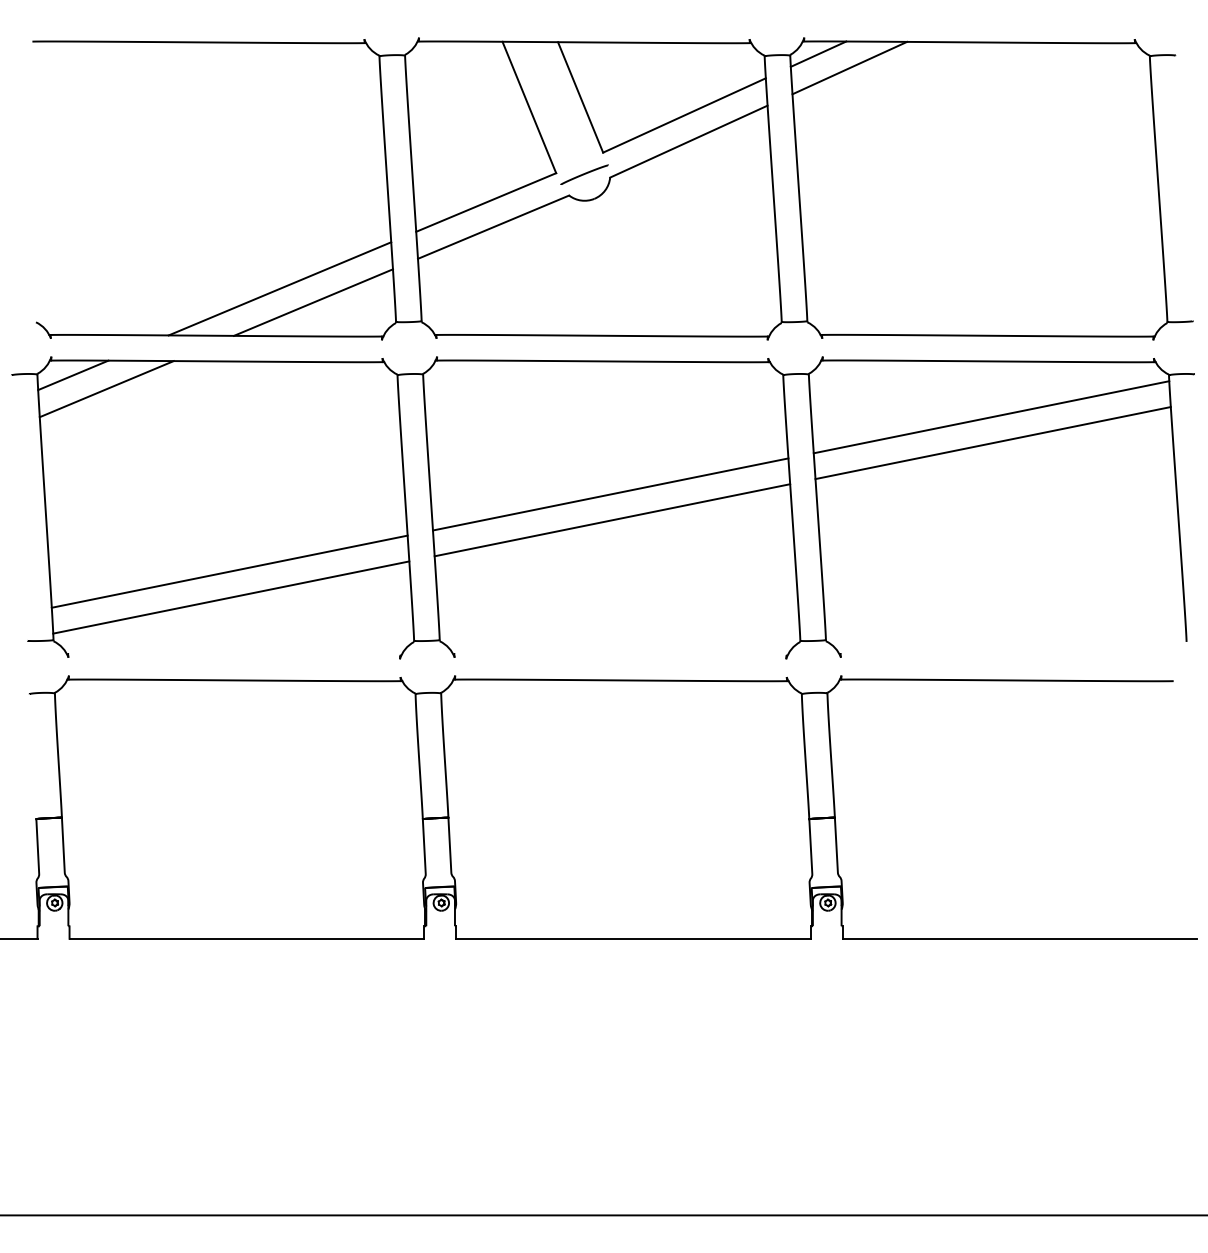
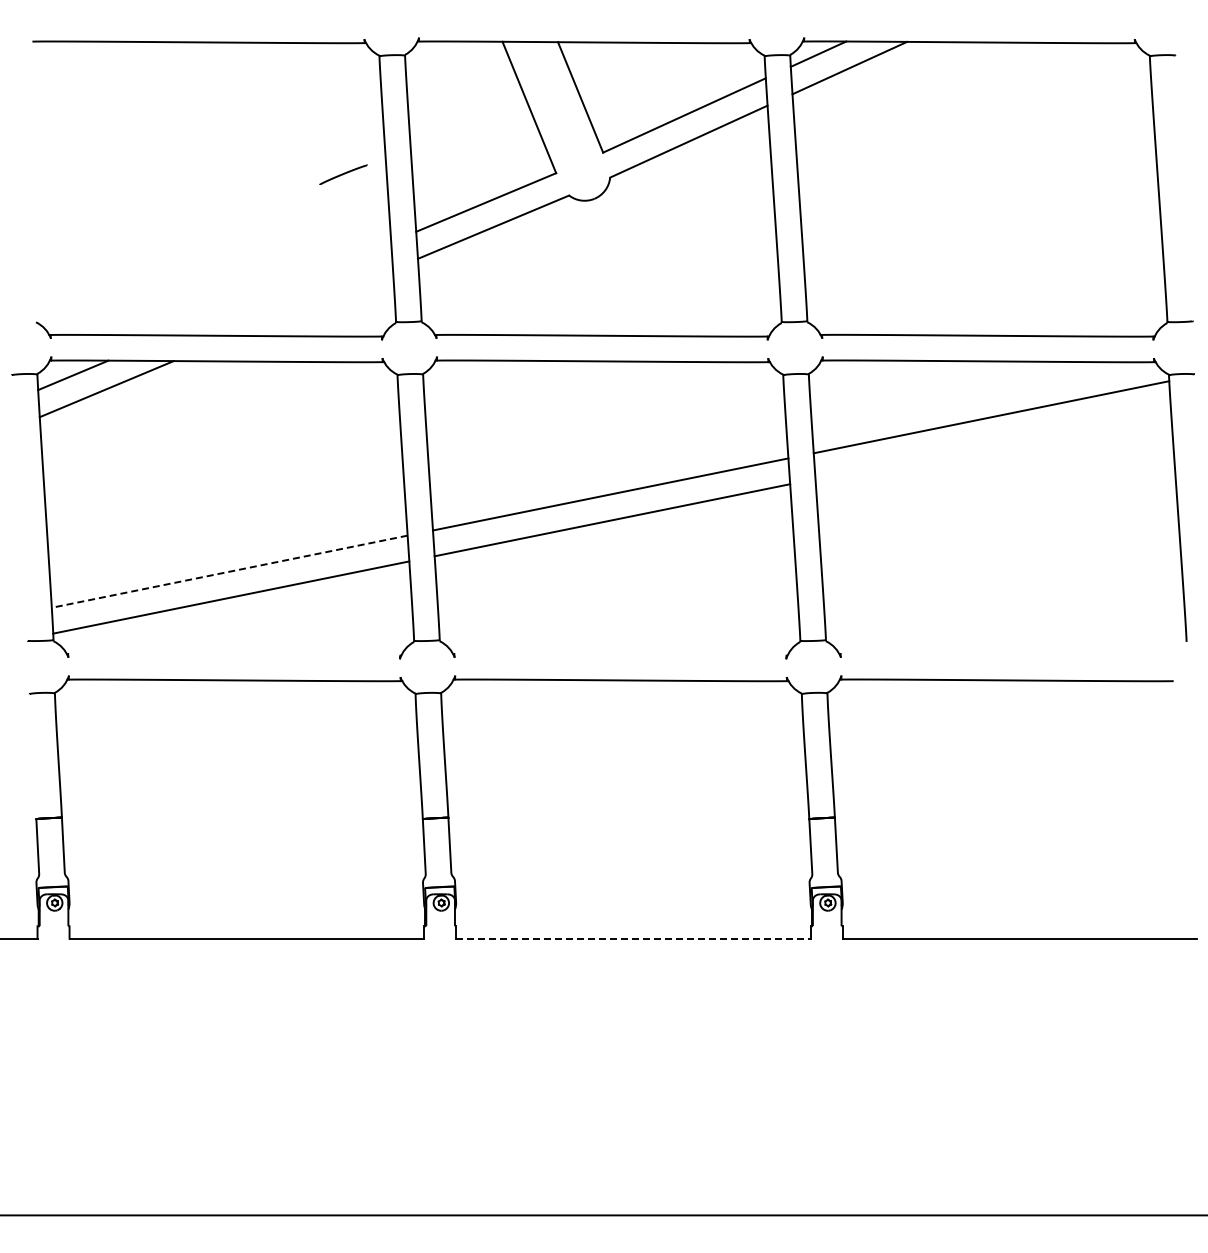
line at (584, 174) position: (584, 174) -> (343, 174)
line at (279, 288): present -> none
line at (312, 302): present -> none
line at (992, 443): present -> none
line at (229, 571): solid -> dashed
line at (633, 938): solid -> dashed
